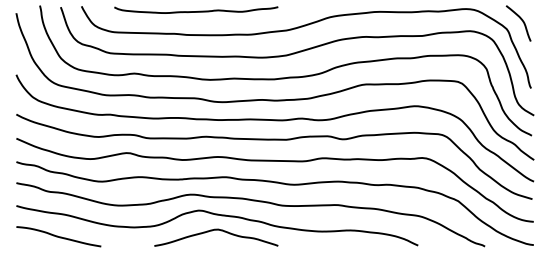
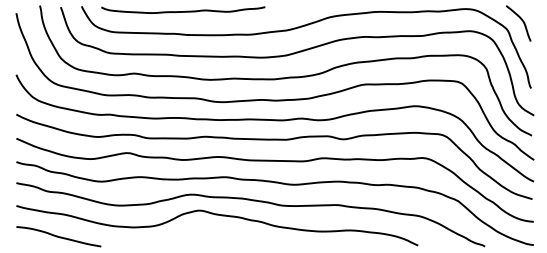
curve at (196, 11) position: (196, 11) -> (183, 11)
curve at (216, 230): present -> none
